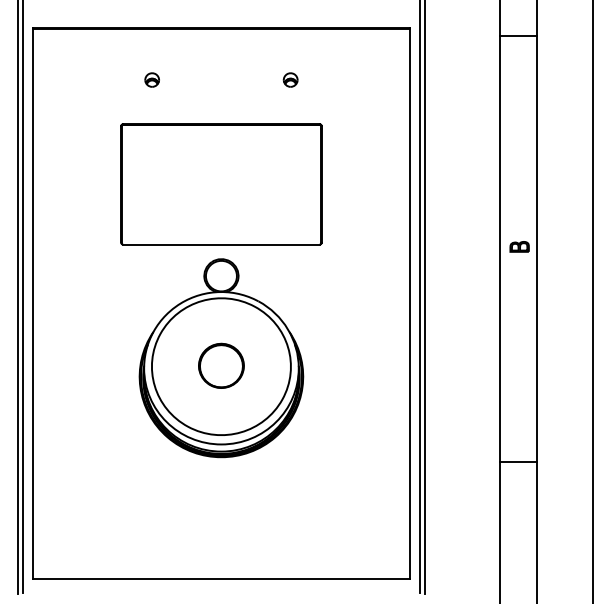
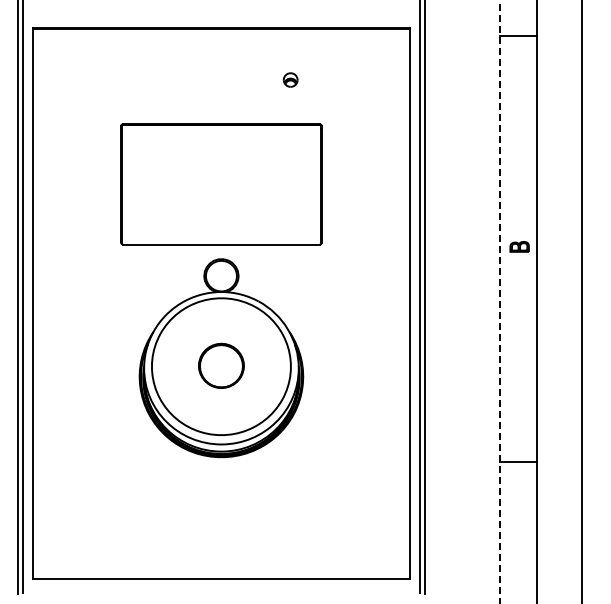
part at (151, 79): present -> none
line at (500, 301): solid -> dashed
line at (592, 301) position: (592, 301) -> (581, 301)
